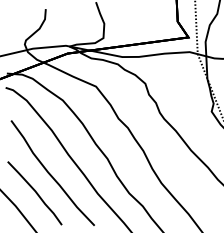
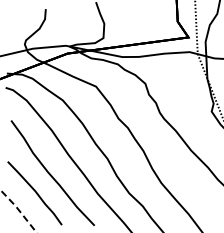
line at (18, 209): solid -> dashed
